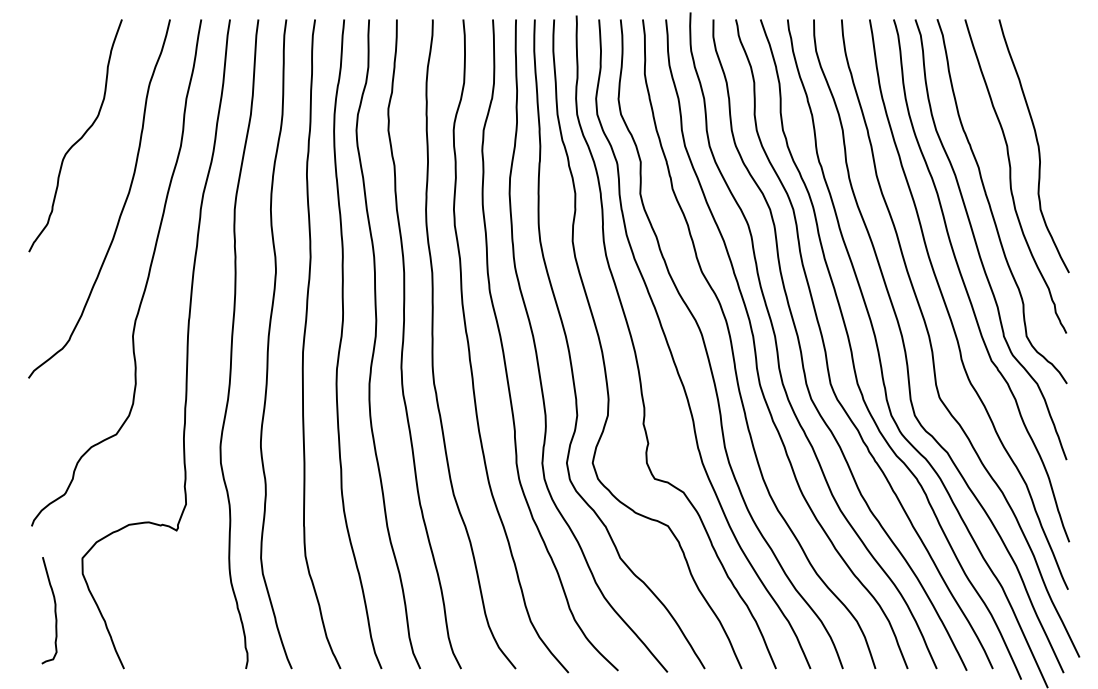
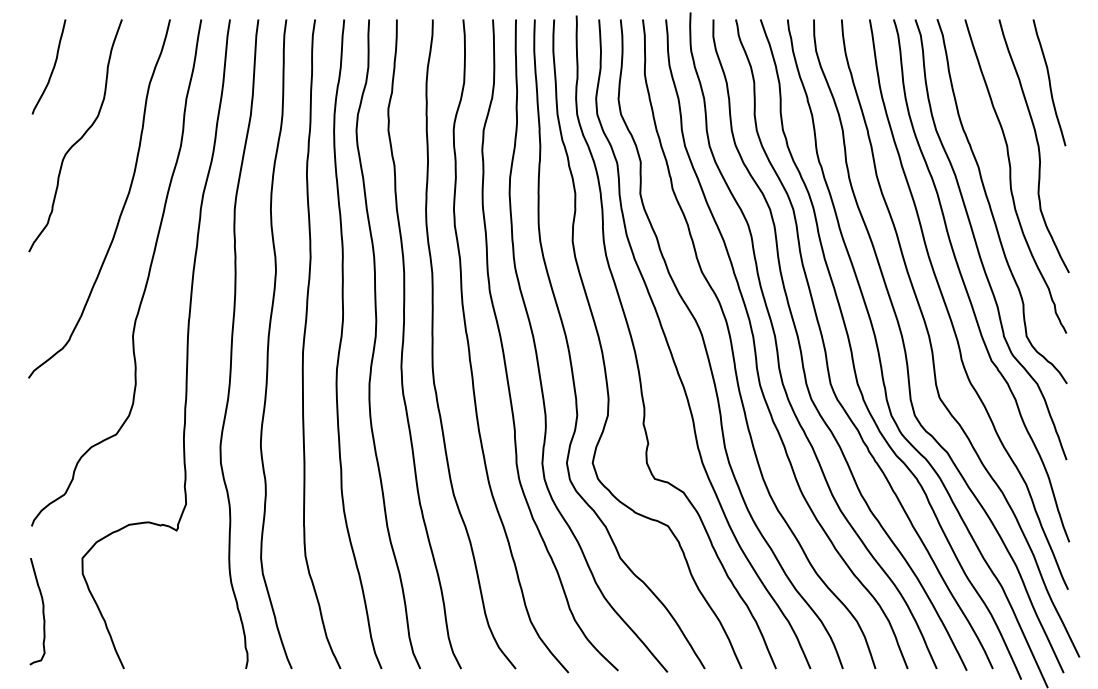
curve at (52, 68): none -> present
curve at (1049, 82): none -> present
curve at (54, 610) position: (54, 610) -> (42, 611)
